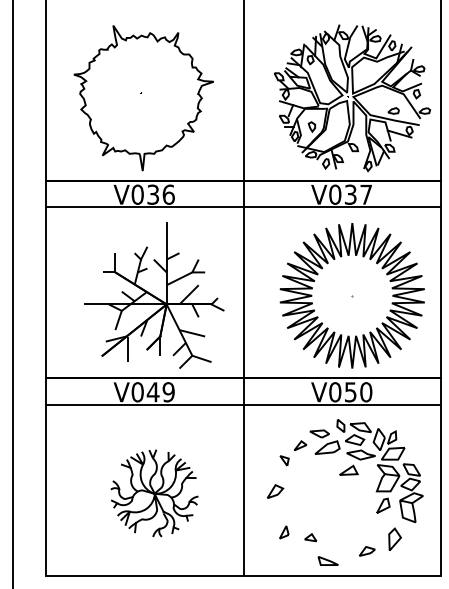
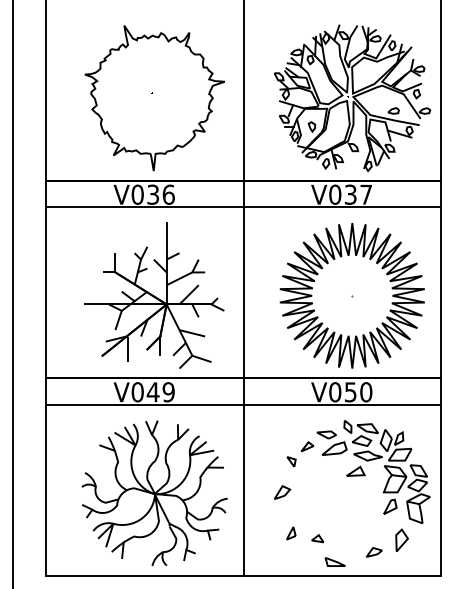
part at (143, 98) position: (143, 98) -> (154, 98)
part at (345, 475) position: (345, 475) -> (352, 476)
part at (154, 493) size: 89x89 px -> 147x147 px
